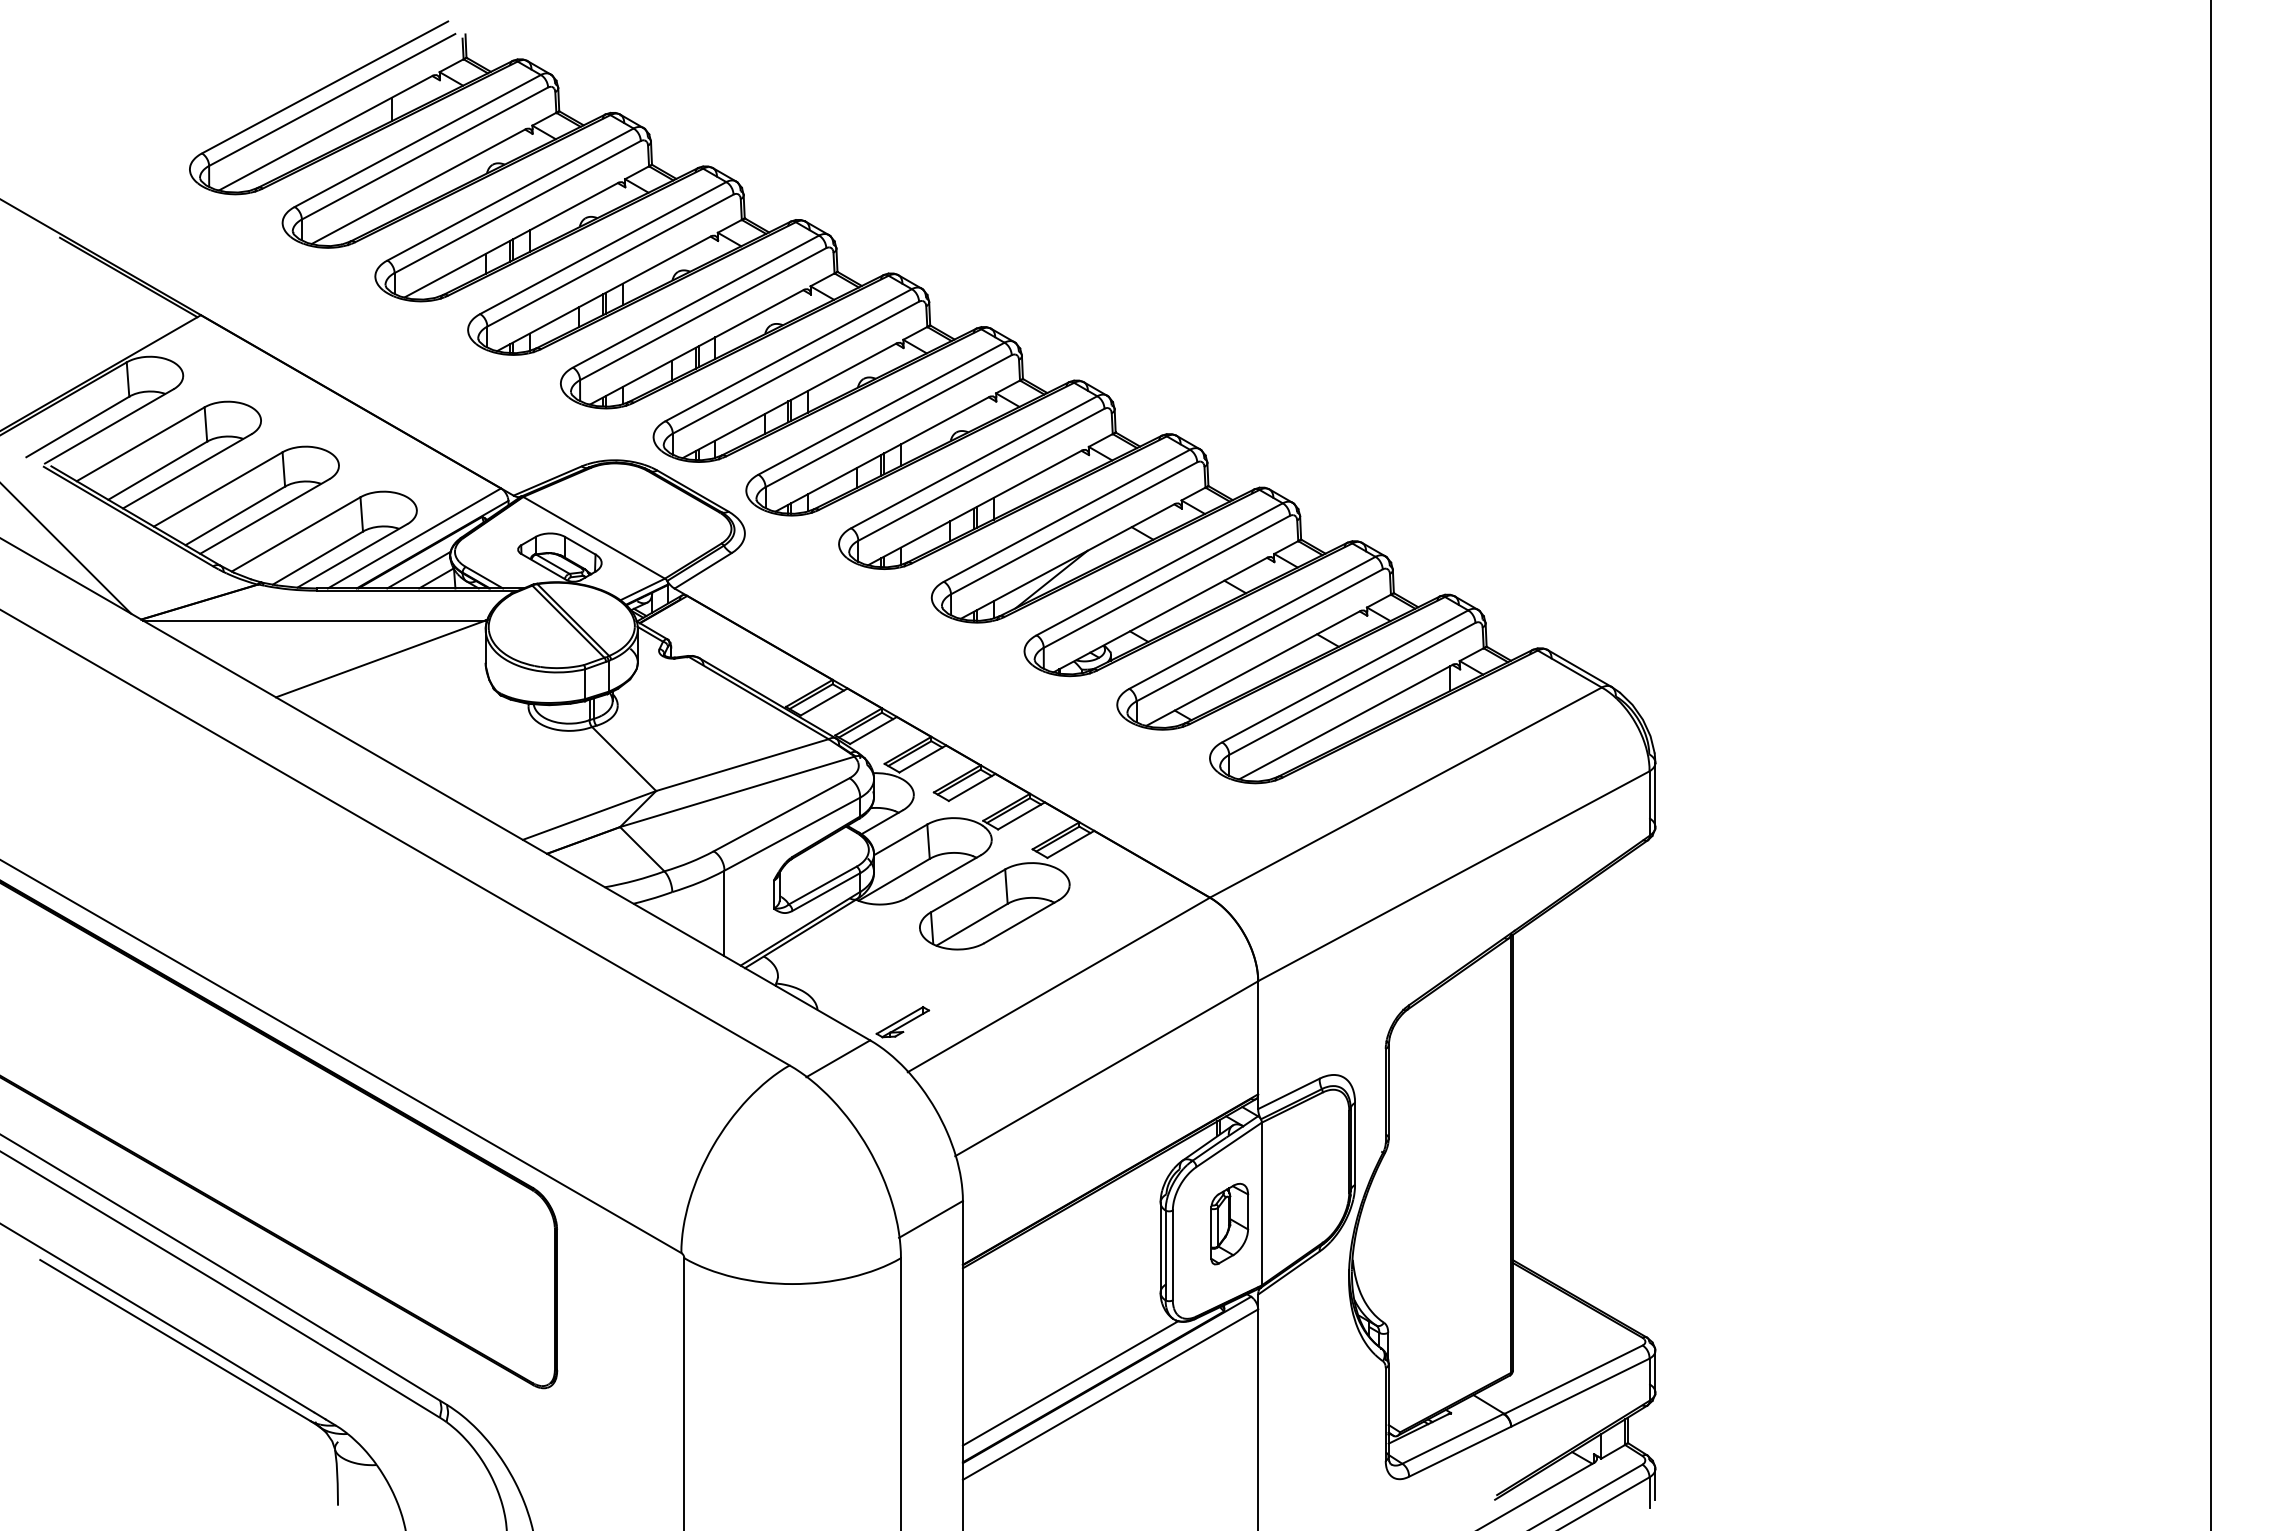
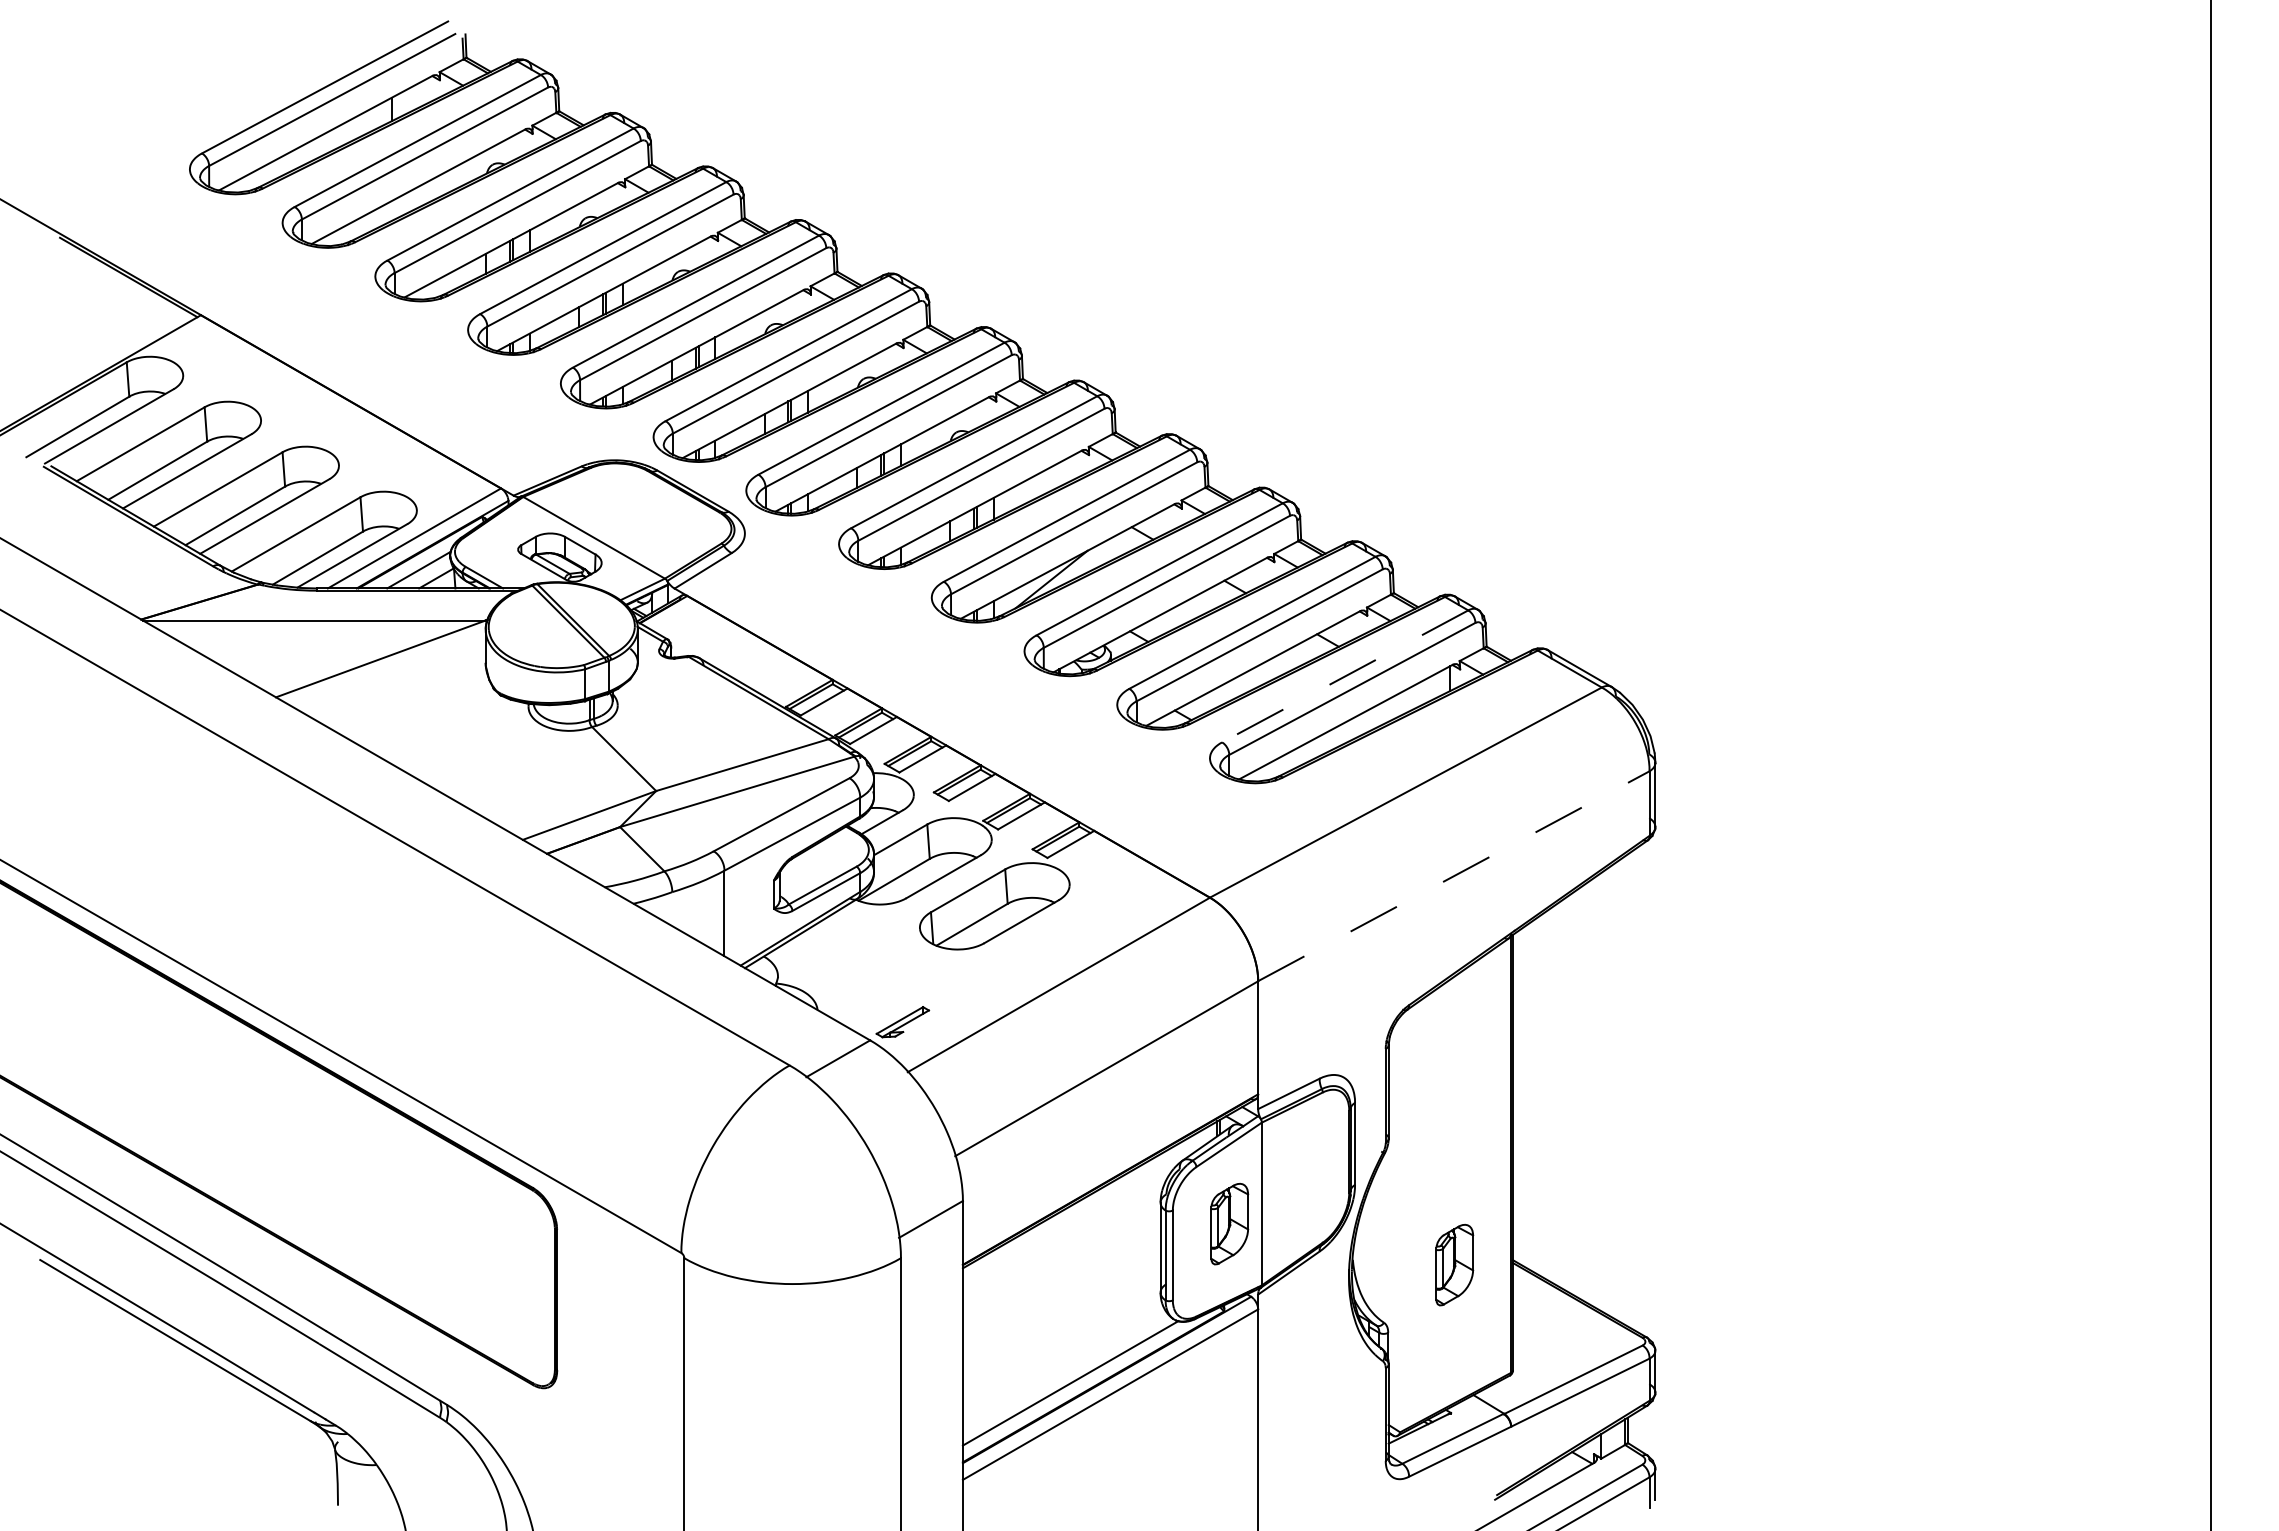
line at (66, 548): present -> none
line at (1345, 676): solid -> dashed
line at (1454, 876): solid -> dashed
part at (1454, 1264): none -> present
